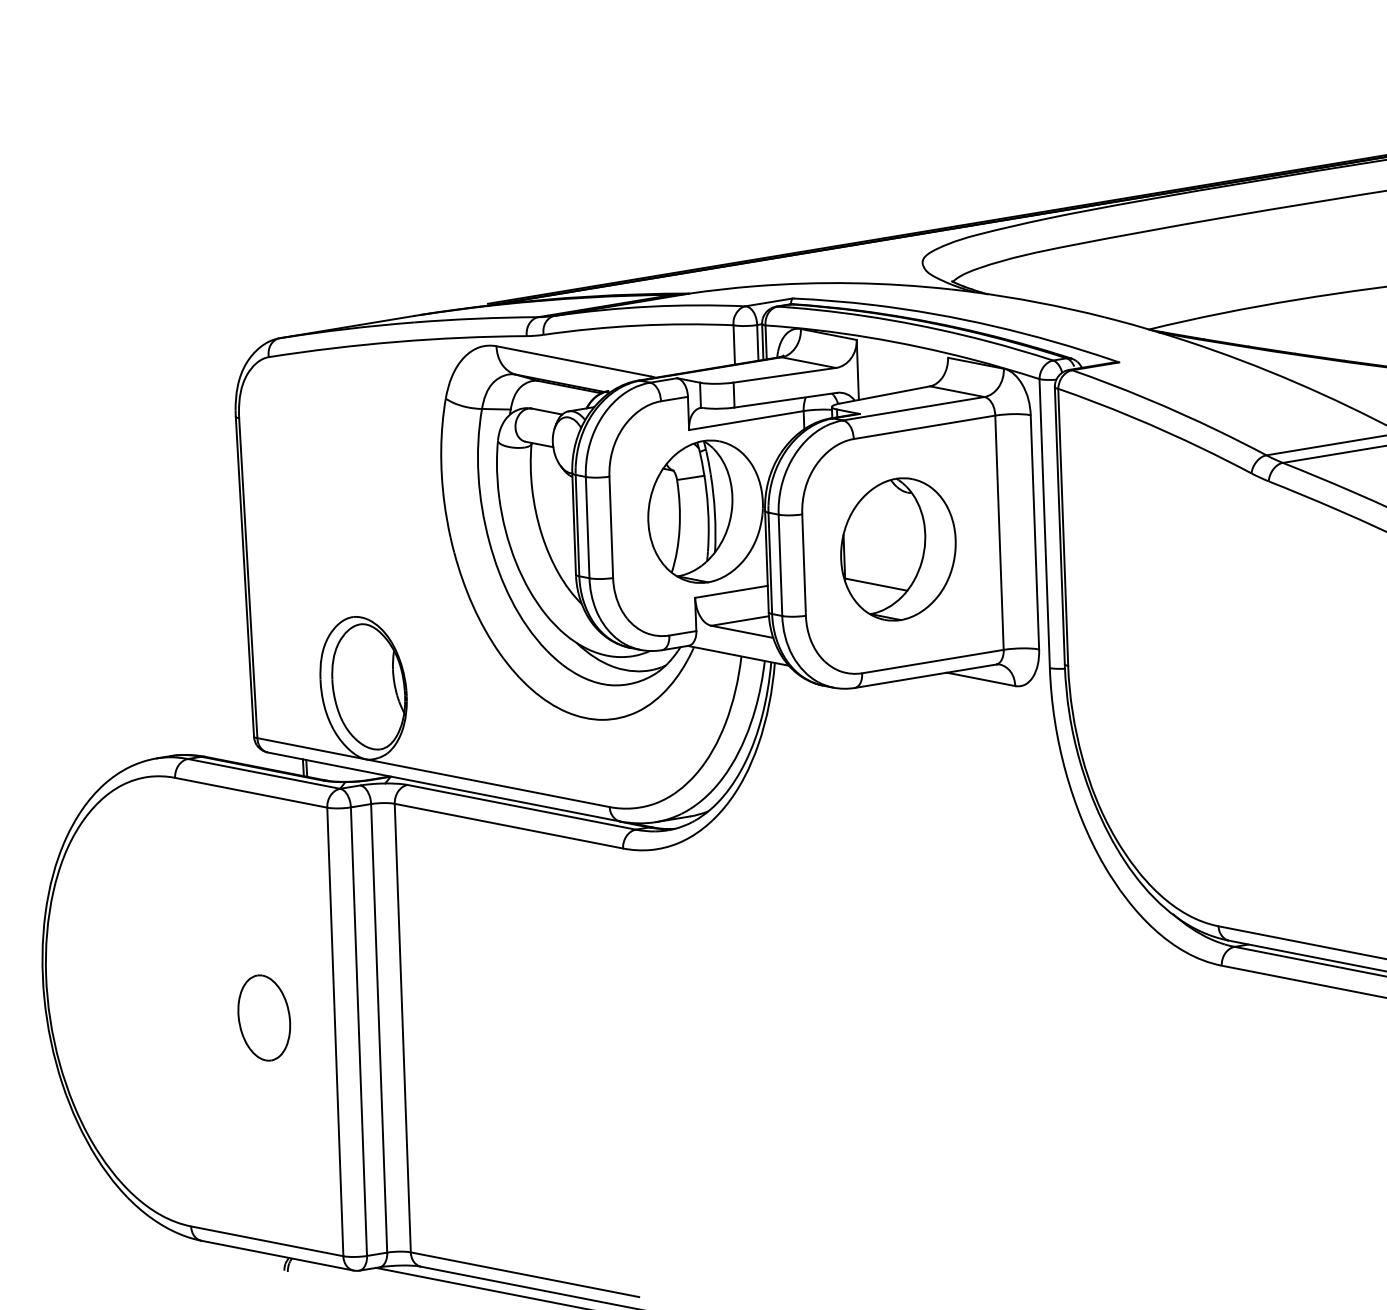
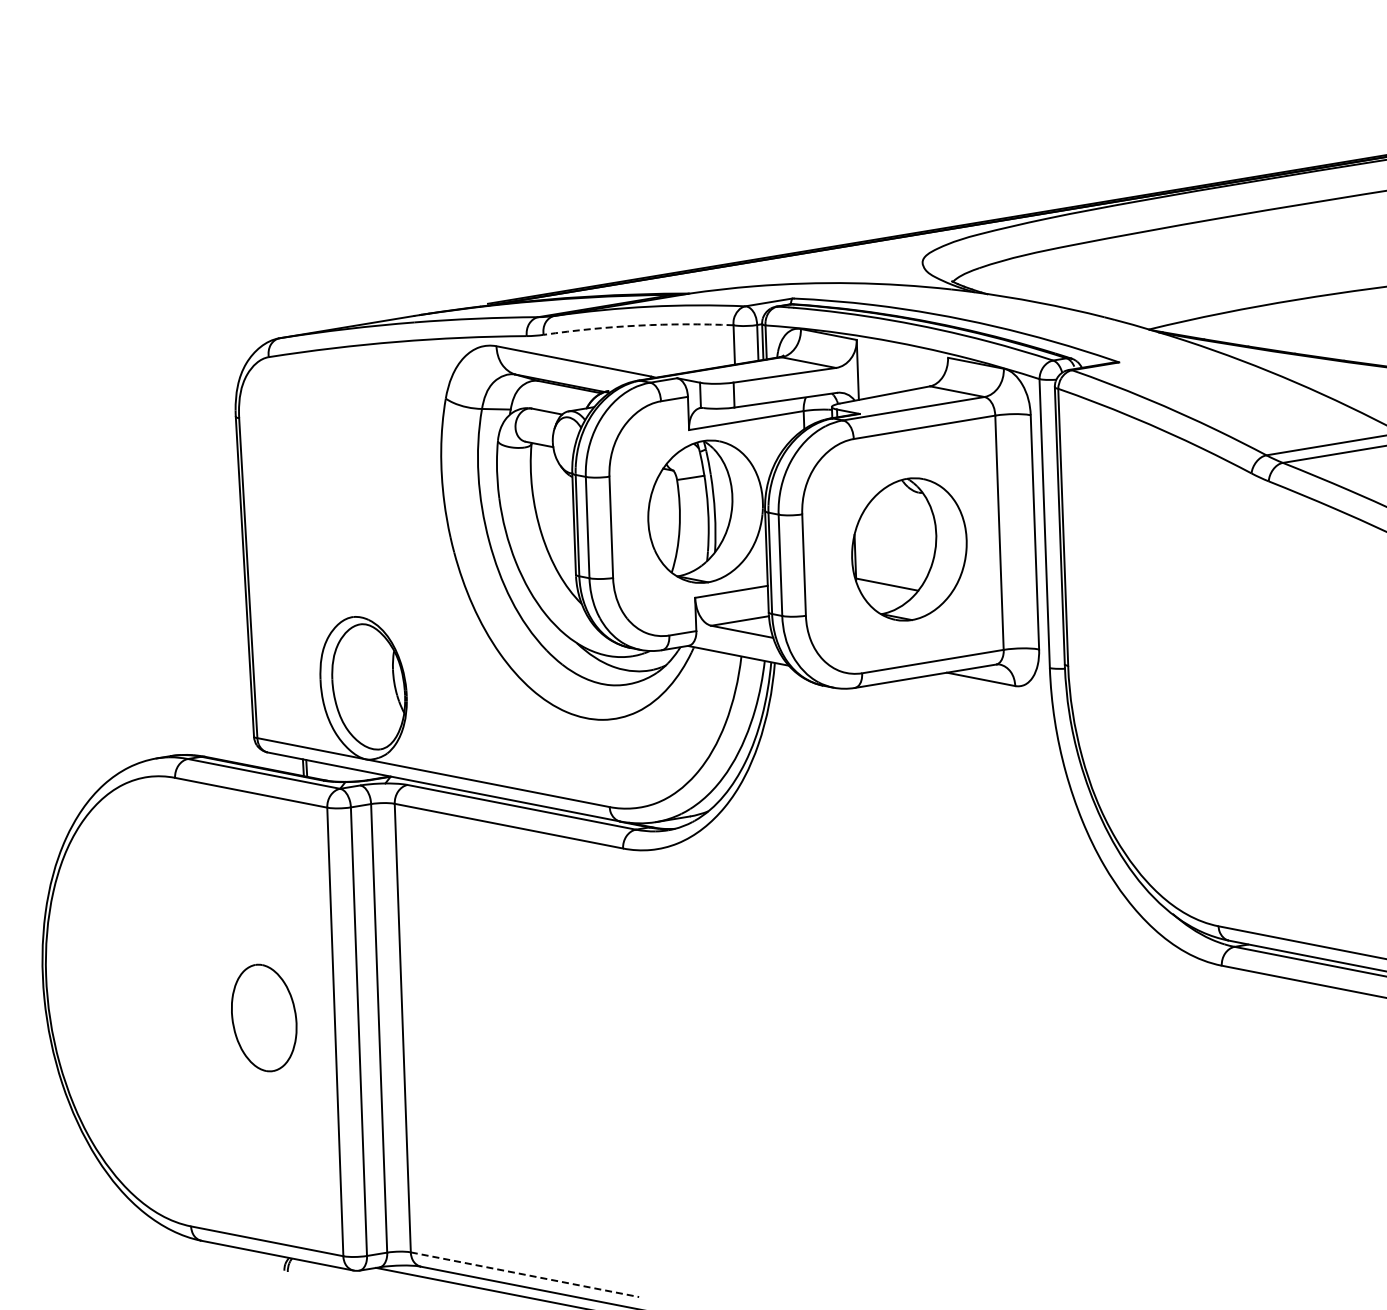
arc at (638, 325): solid -> dashed
part at (898, 549) position: (898, 549) -> (909, 549)
part at (264, 1017) size: 55x88 px -> 67x110 px
line at (525, 1274): solid -> dashed
